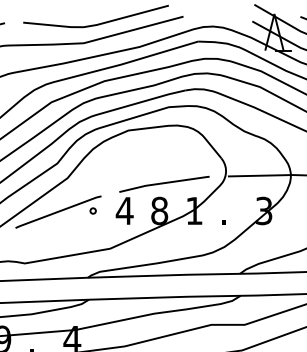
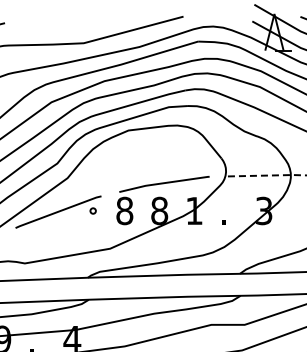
line at (97, 23): present -> none
line at (267, 175): solid -> dashed
text at (124, 210): 4 -> 8
